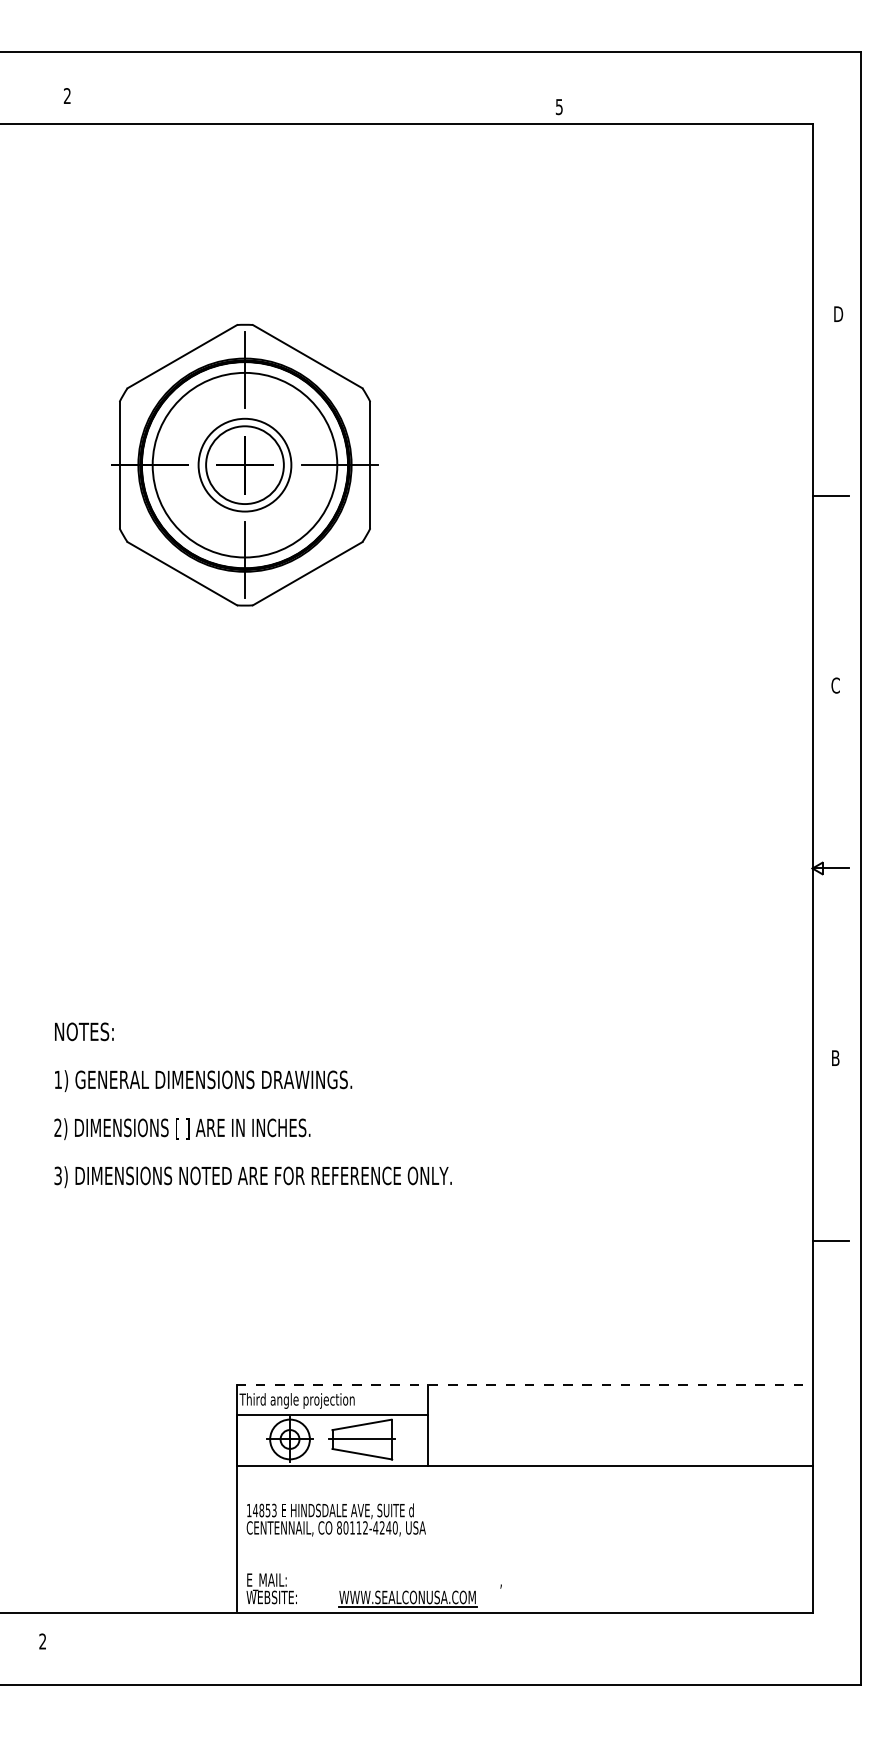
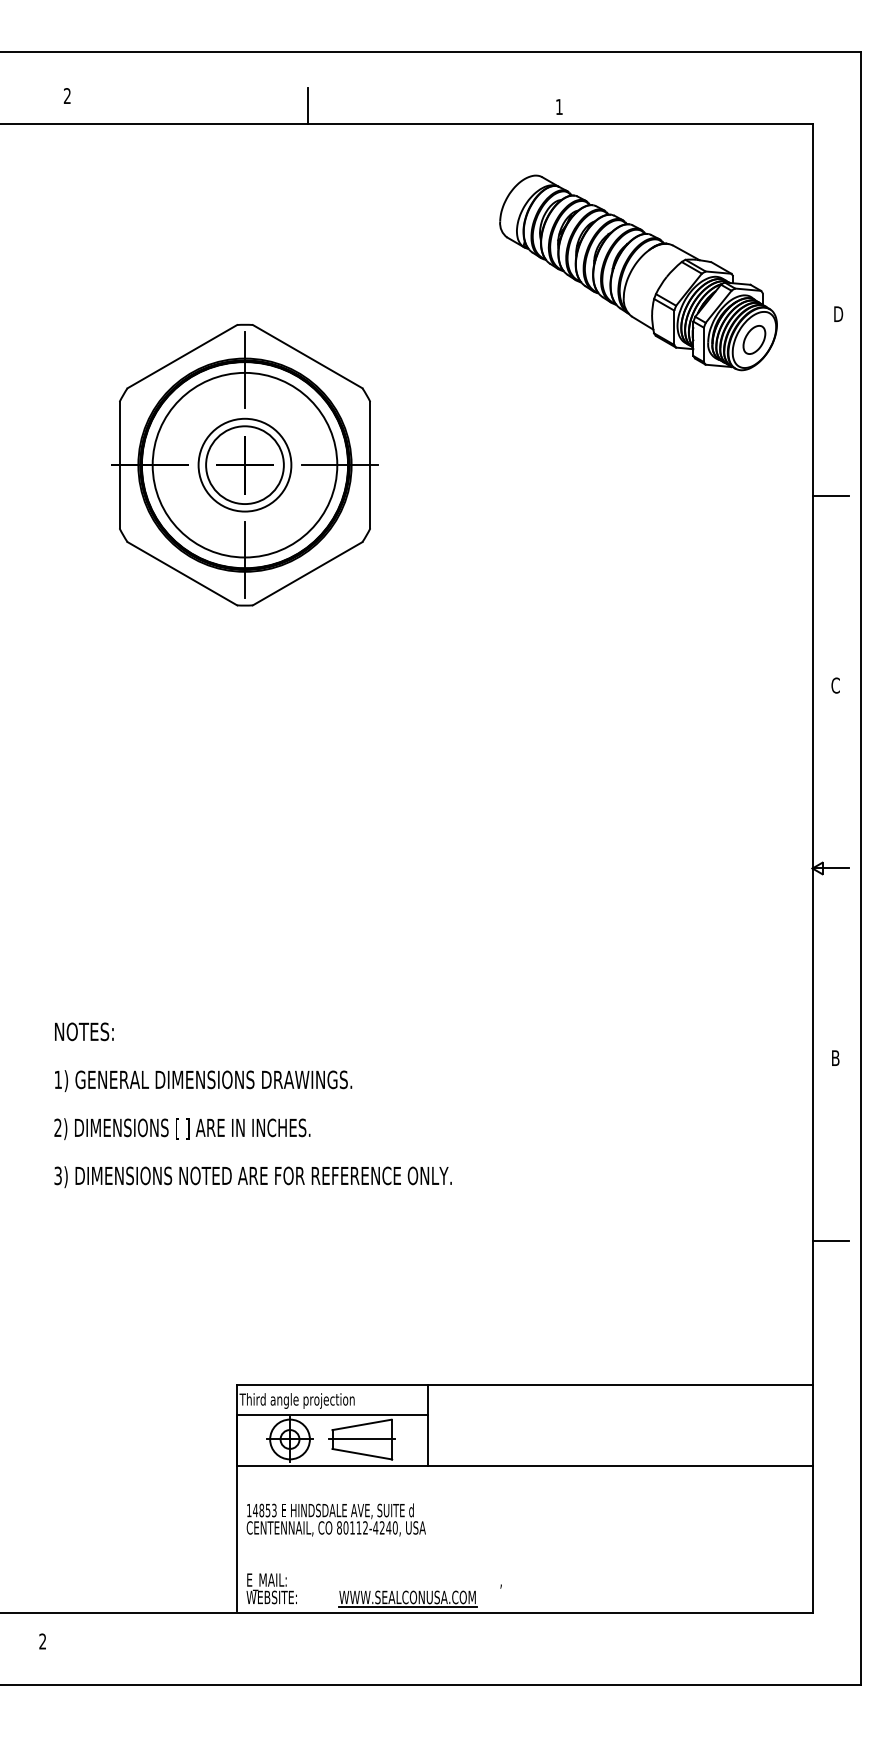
line at (308, 106): none -> present
text at (558, 107): 5 -> 1
part at (638, 272): none -> present
line at (524, 1385): dashed -> solid
